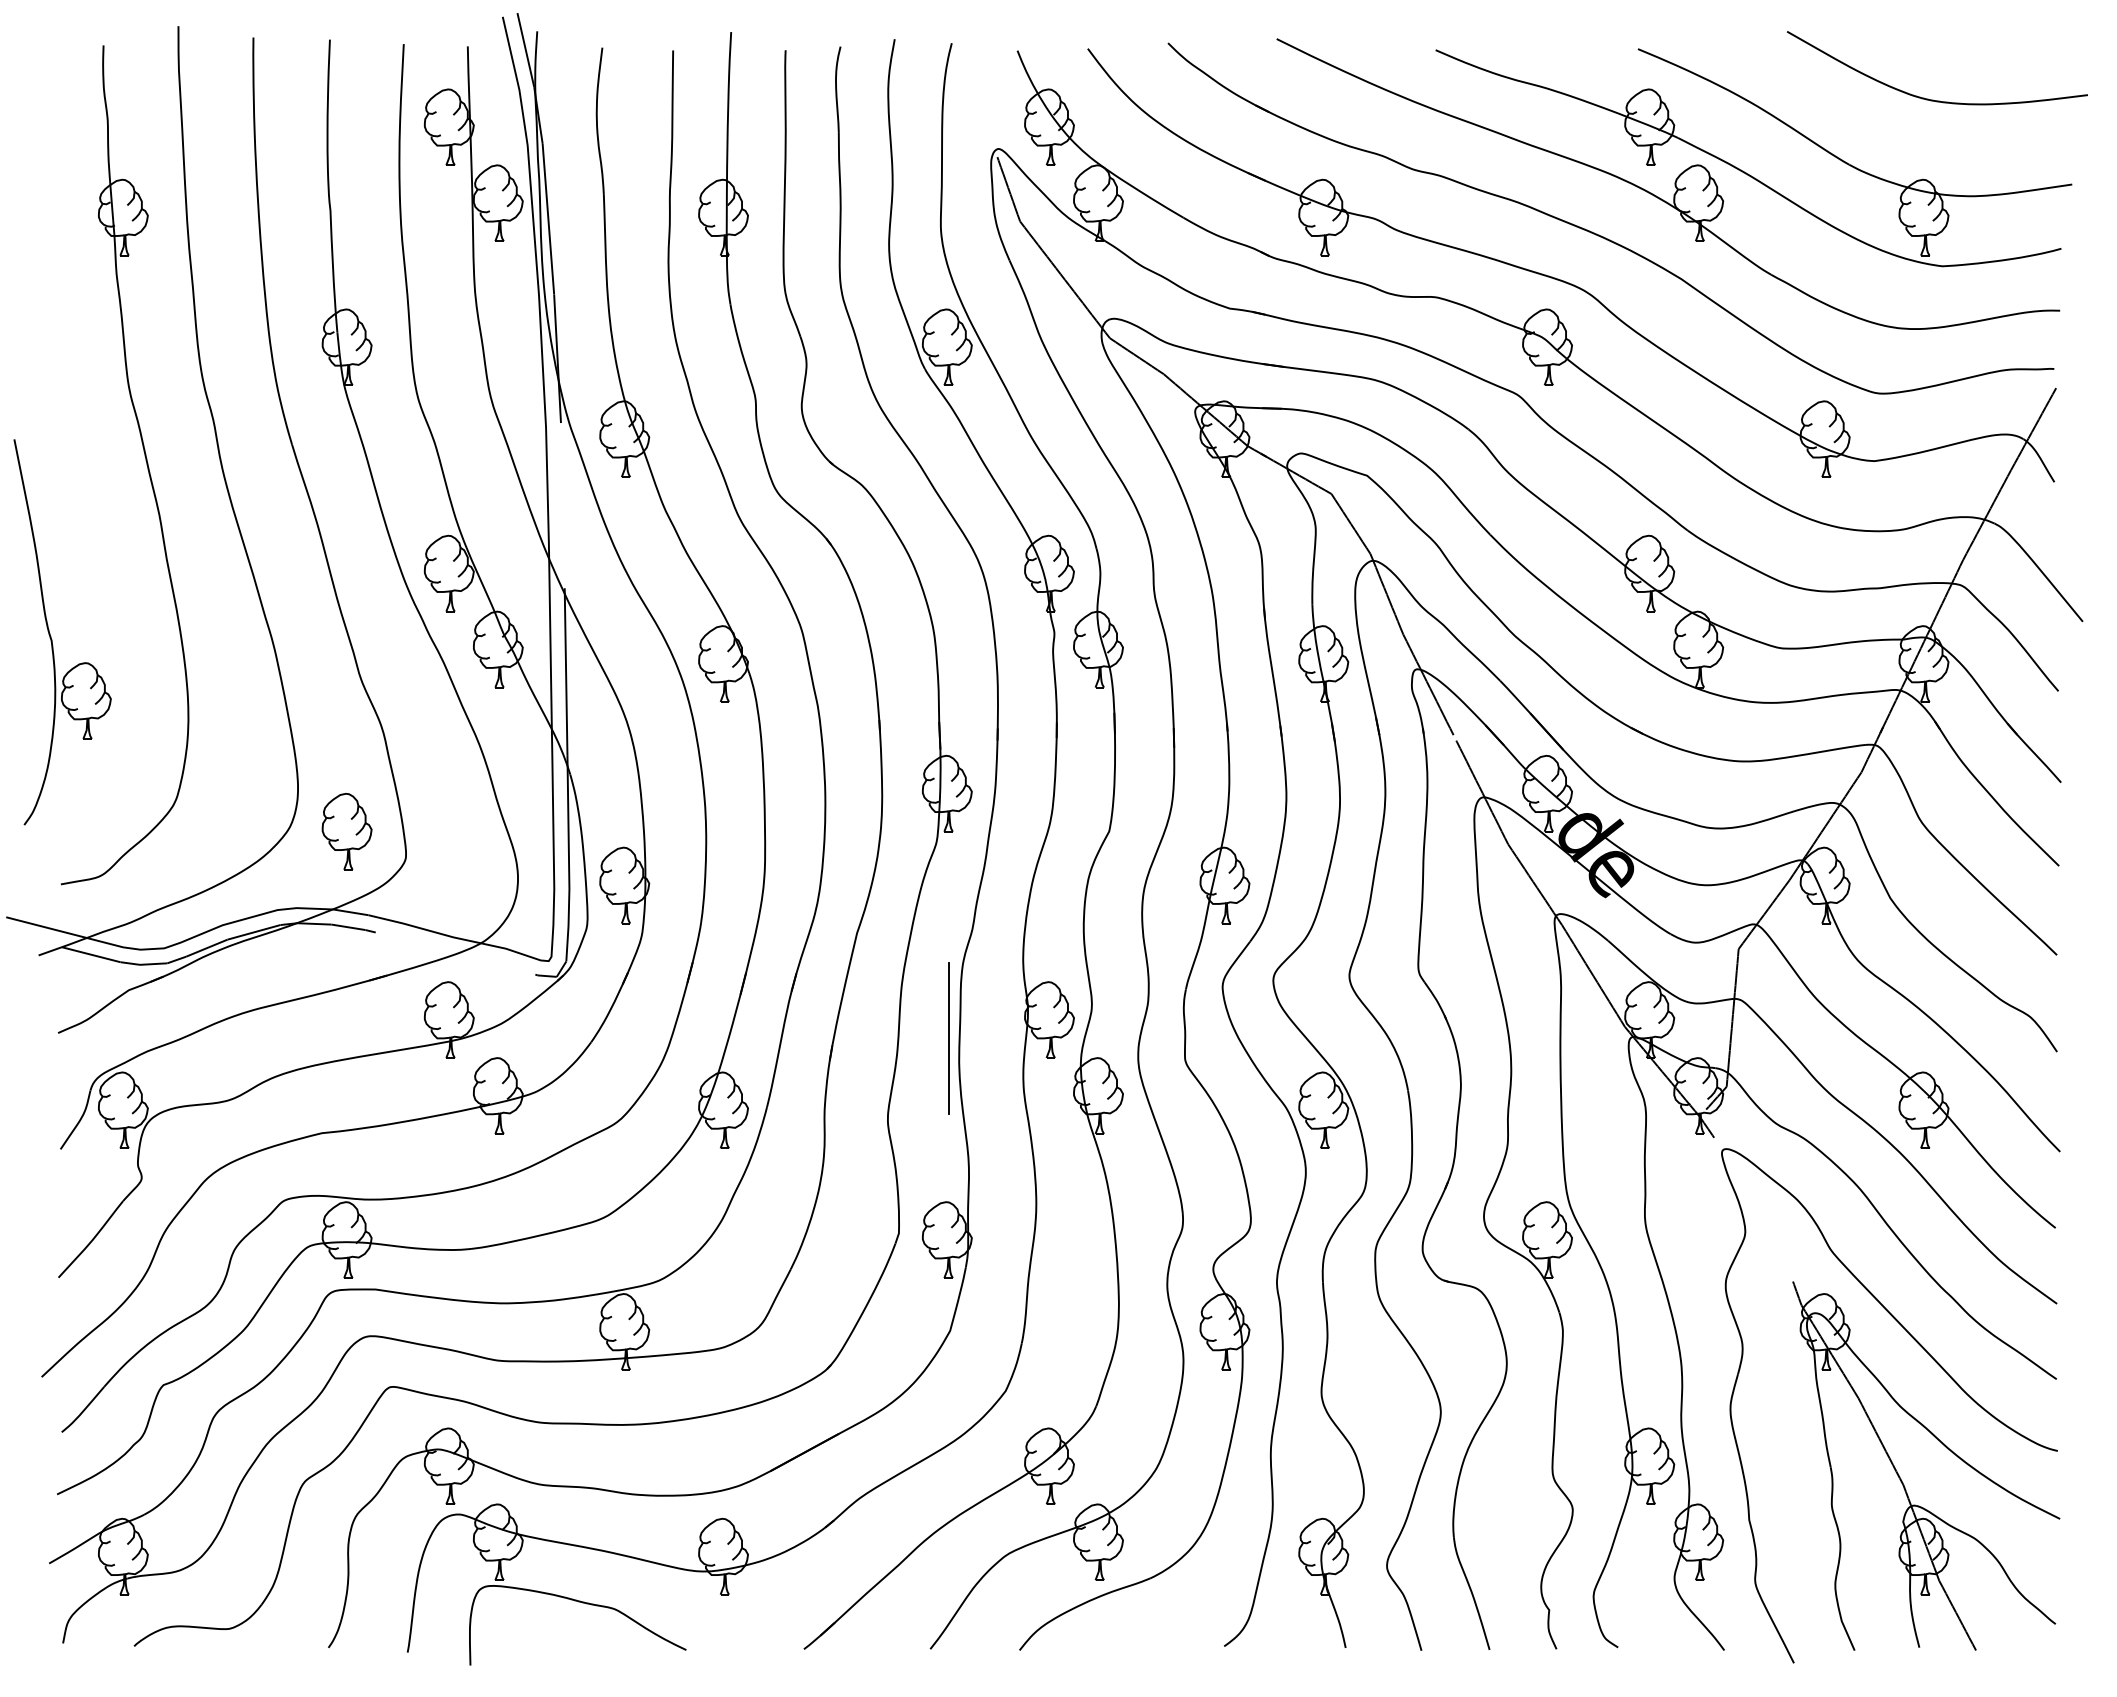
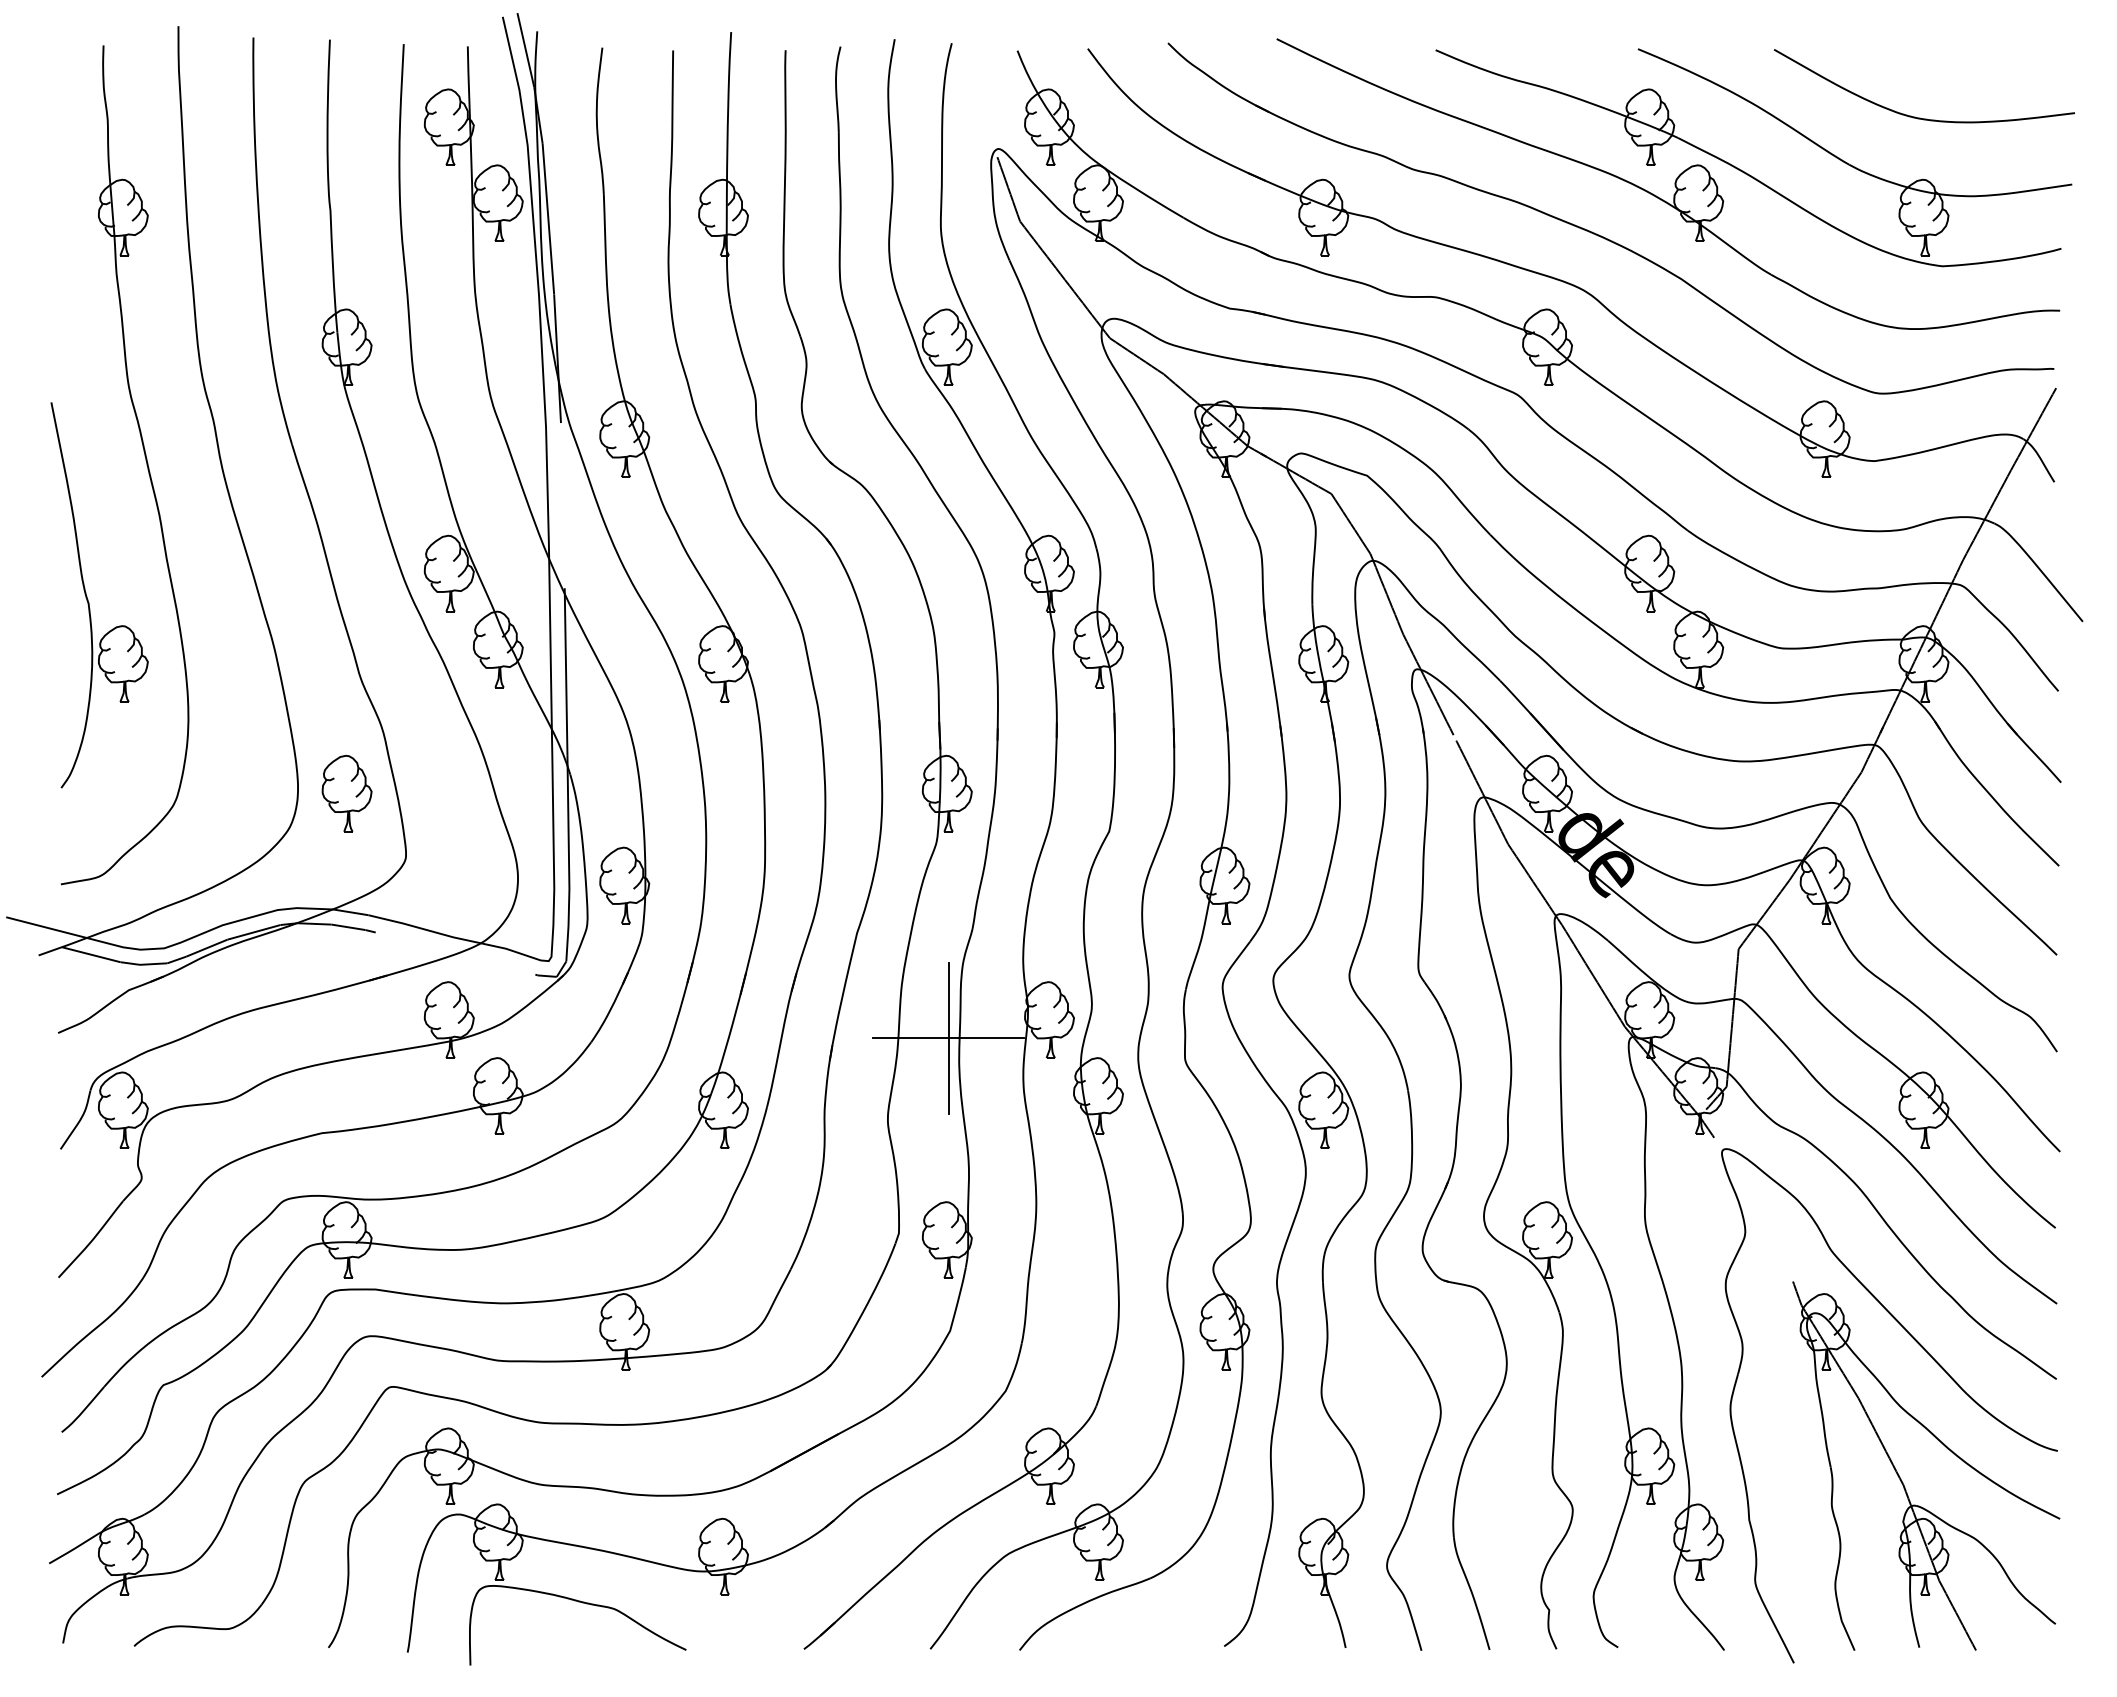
curve at (1928, 98) position: (1928, 98) -> (1915, 116)
part at (51, 636) position: (51, 636) -> (88, 599)
part at (346, 831) position: (346, 831) -> (346, 793)
line at (948, 1038): none -> present
